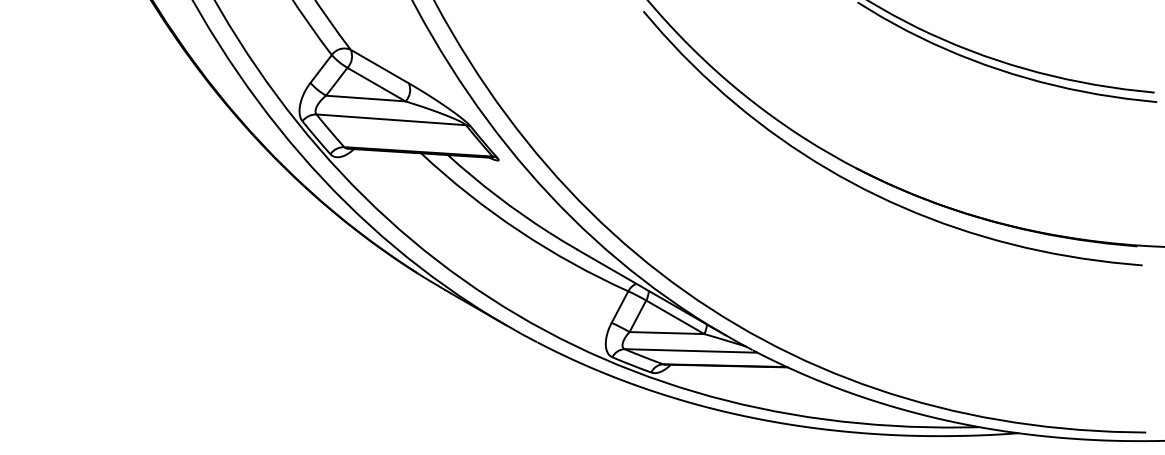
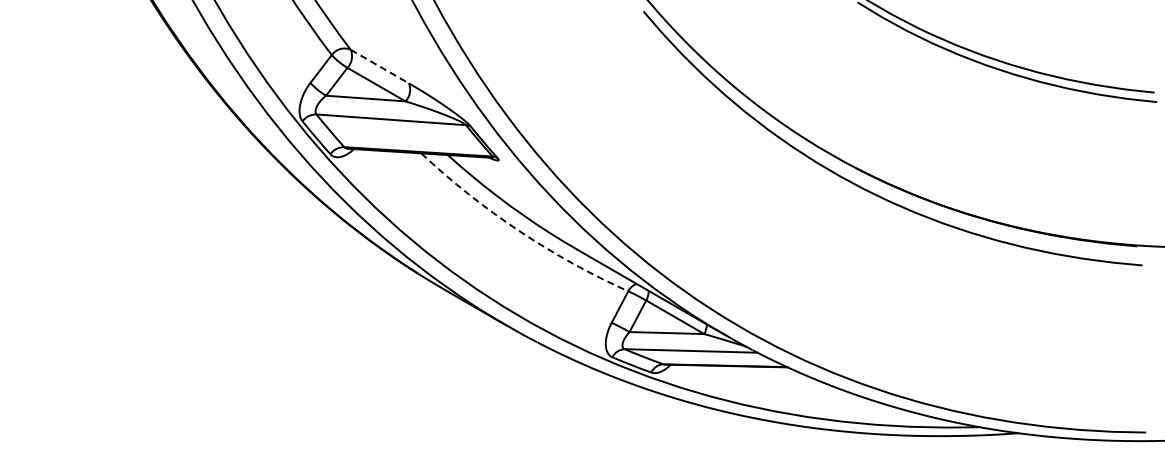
line at (379, 66): solid -> dashed
arc at (519, 230): solid -> dashed
